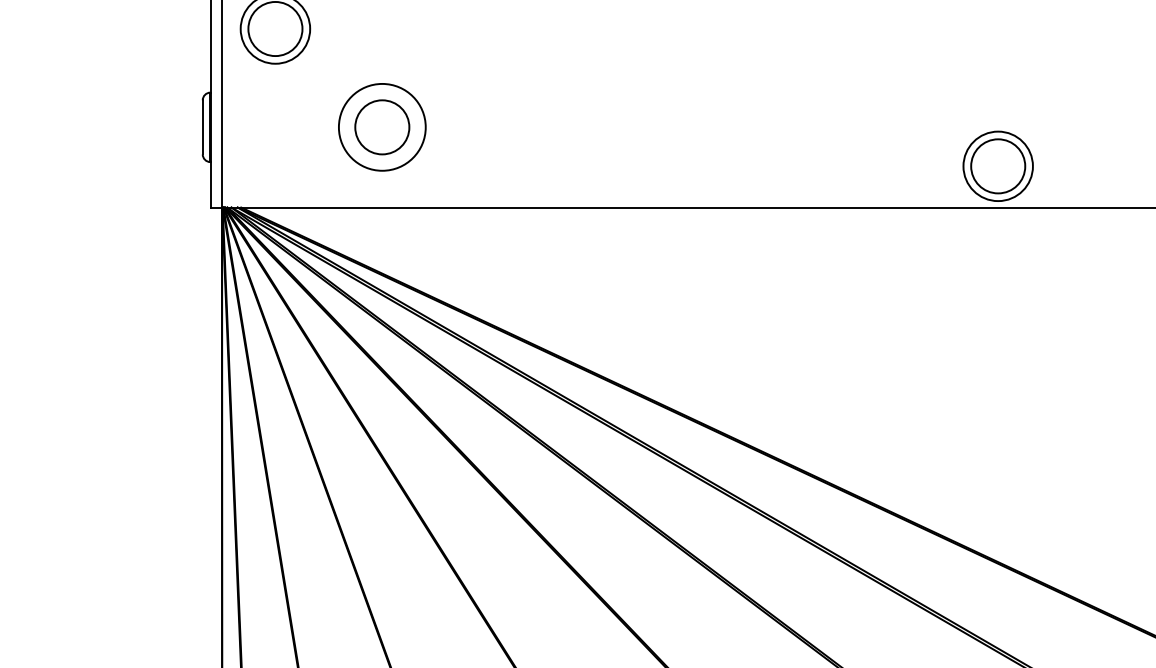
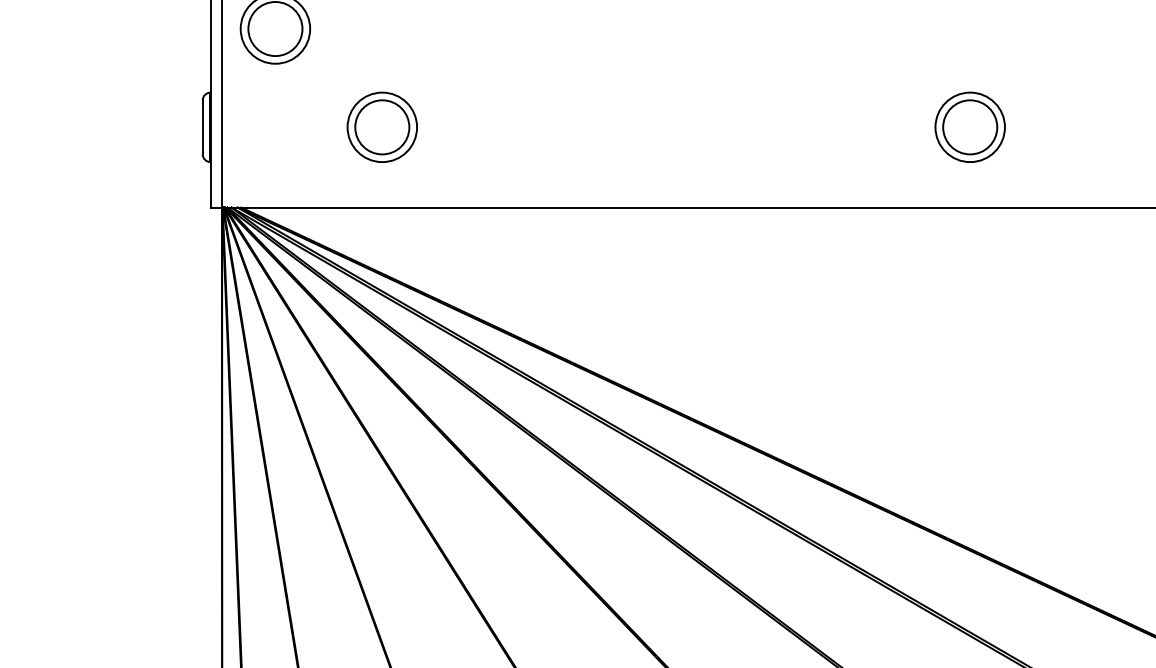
circle at (381, 126) diameter: 87 px -> 69 px
part at (997, 165) position: (997, 165) -> (969, 126)
